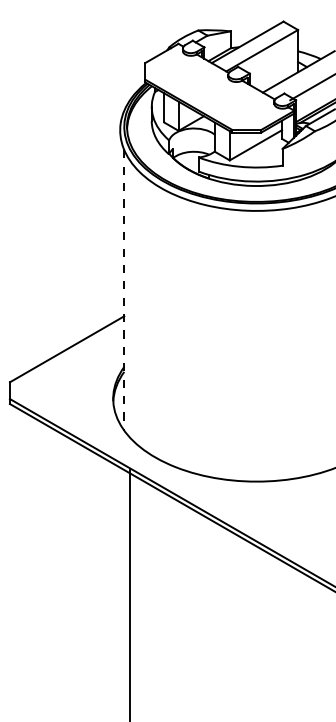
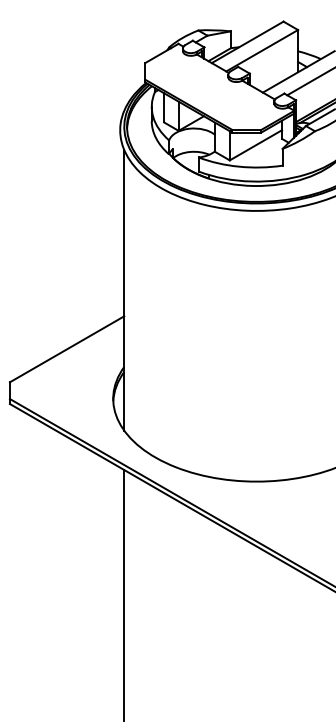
line at (311, 88) position: (311, 88) -> (309, 82)
line at (124, 290): dashed -> solid
line at (130, 594) position: (130, 594) -> (124, 594)
